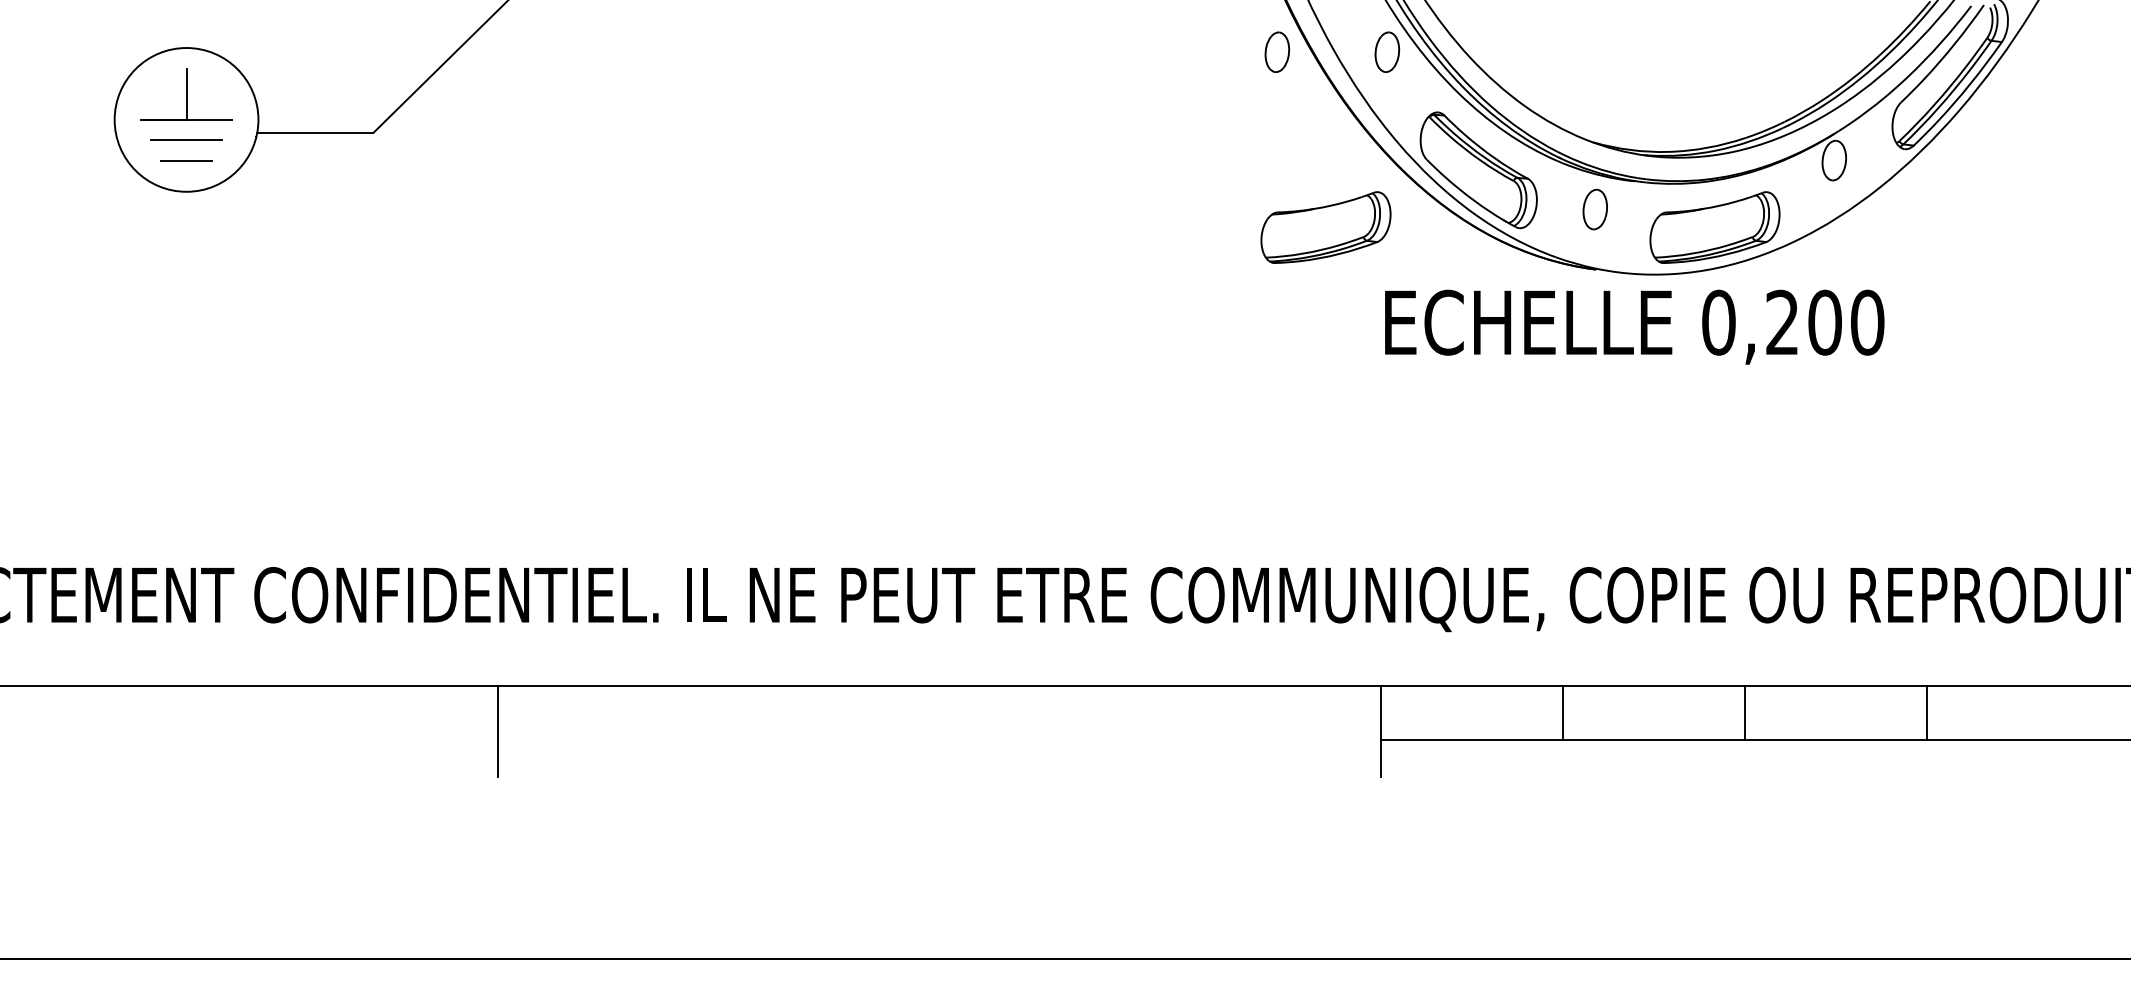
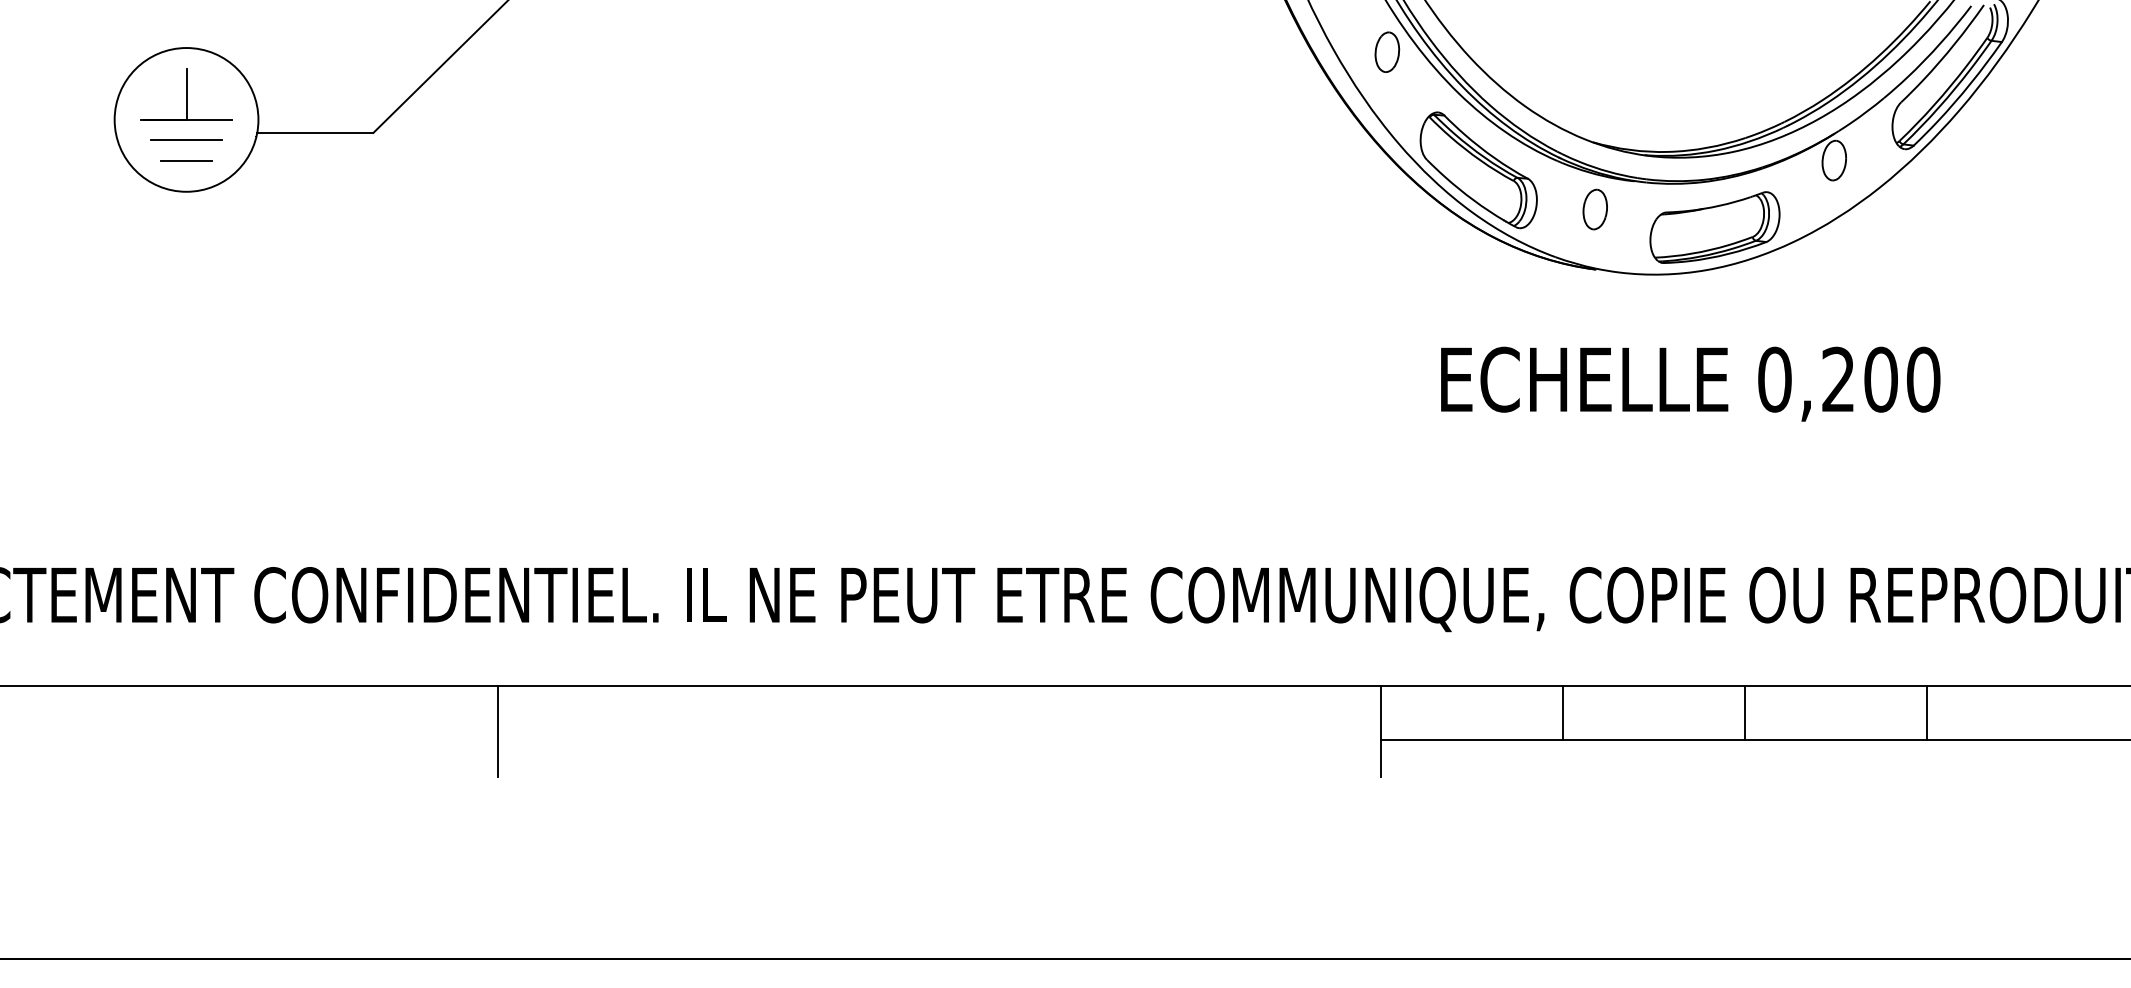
part at (1277, 51): present -> none
part at (1325, 227): present -> none
text at (1634, 326) position: (1634, 326) -> (1690, 383)
